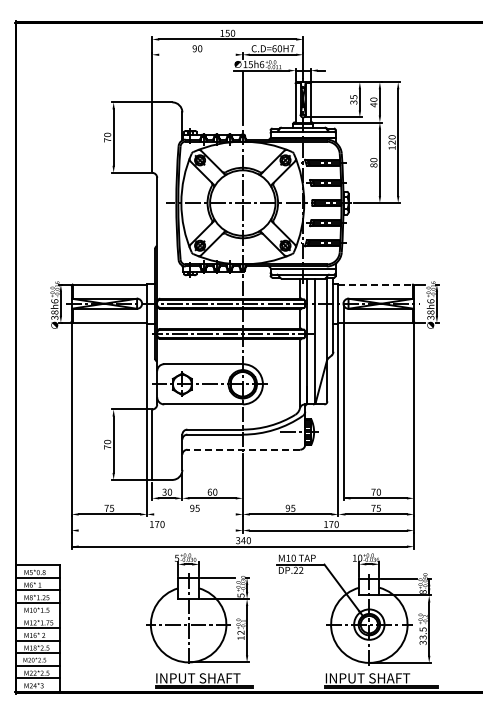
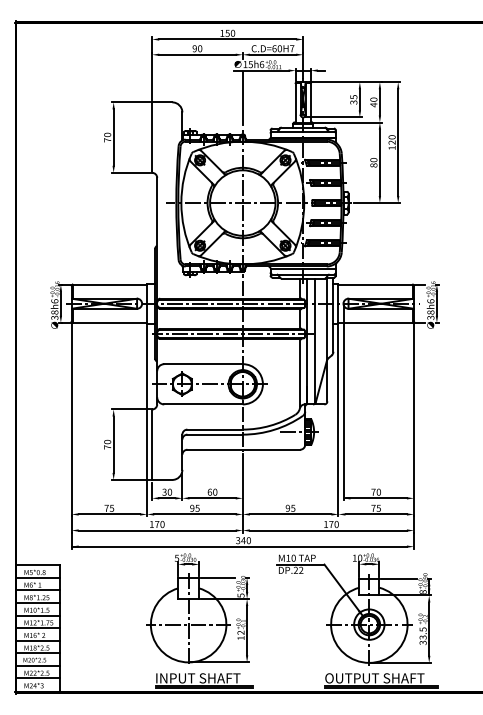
line at (197, 54): none -> present
line at (376, 284): dashed -> solid
line at (243, 449): dashed -> solid
line at (194, 514): none -> present
line at (156, 530): none -> present
line at (38, 615): none -> present
text at (374, 678): INPUT SHAFT -> OUTPUT SHAFT
